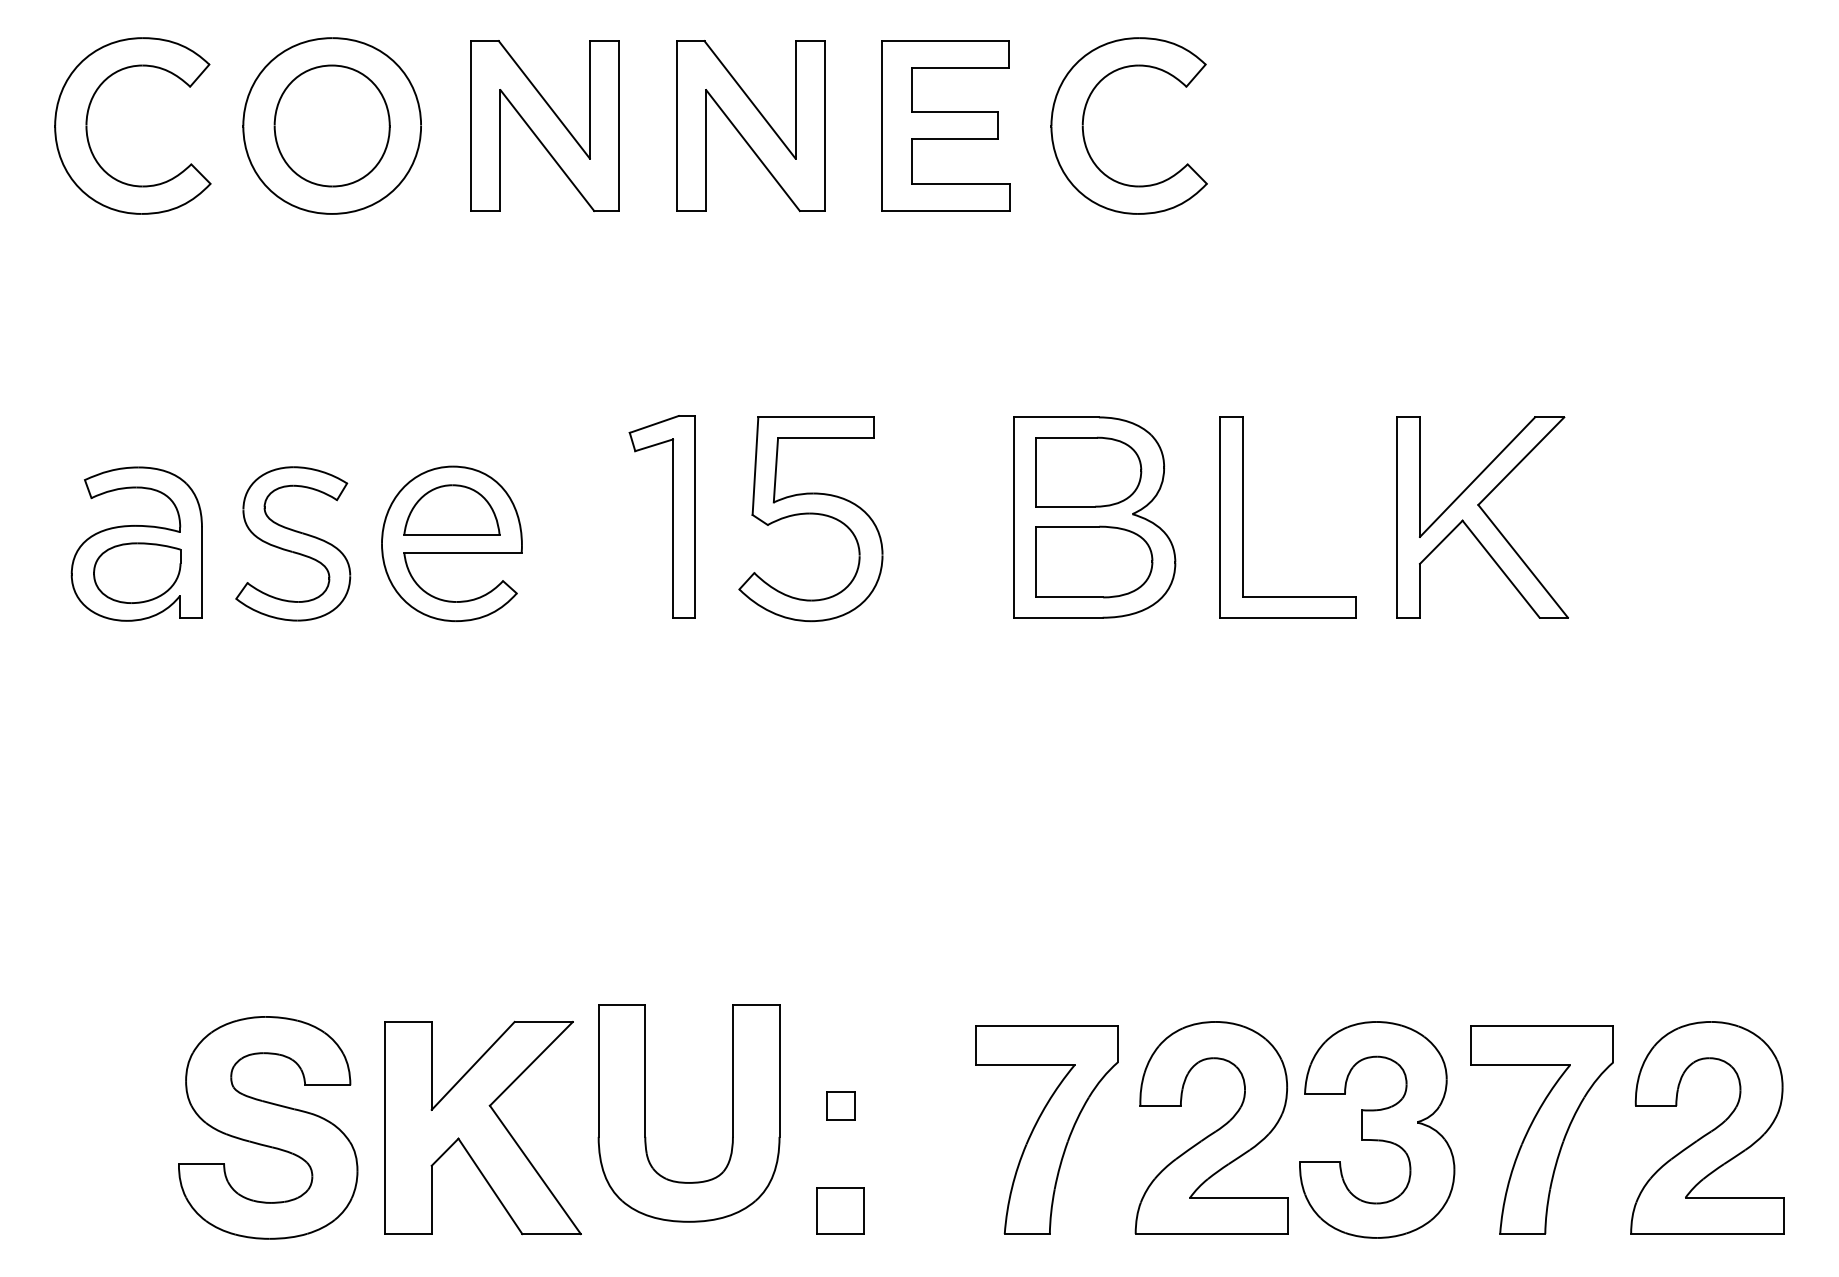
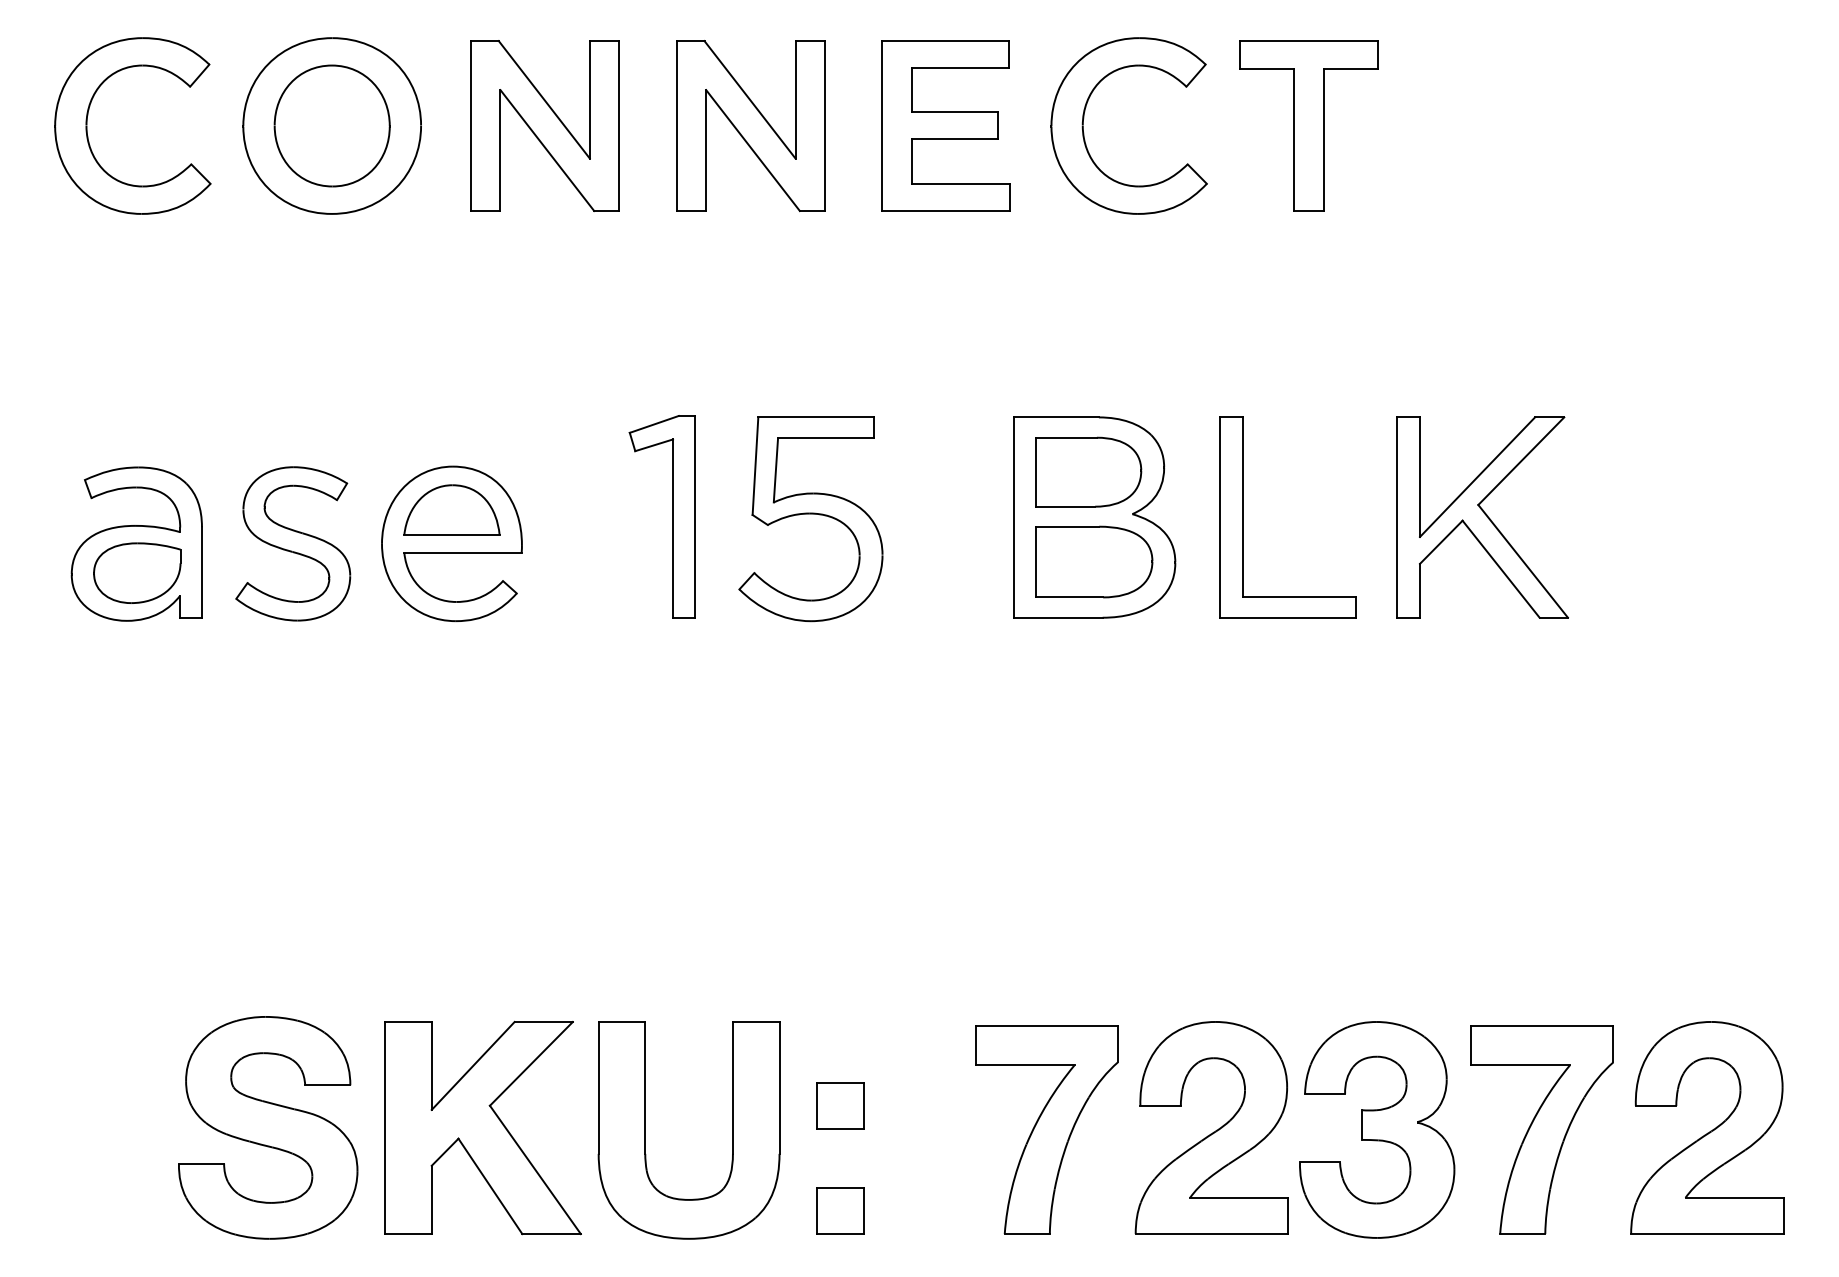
part at (1308, 125): none -> present
part at (840, 1105) size: 30x30 px -> 49x48 px
part at (645, 1113) position: (645, 1113) -> (645, 1130)
